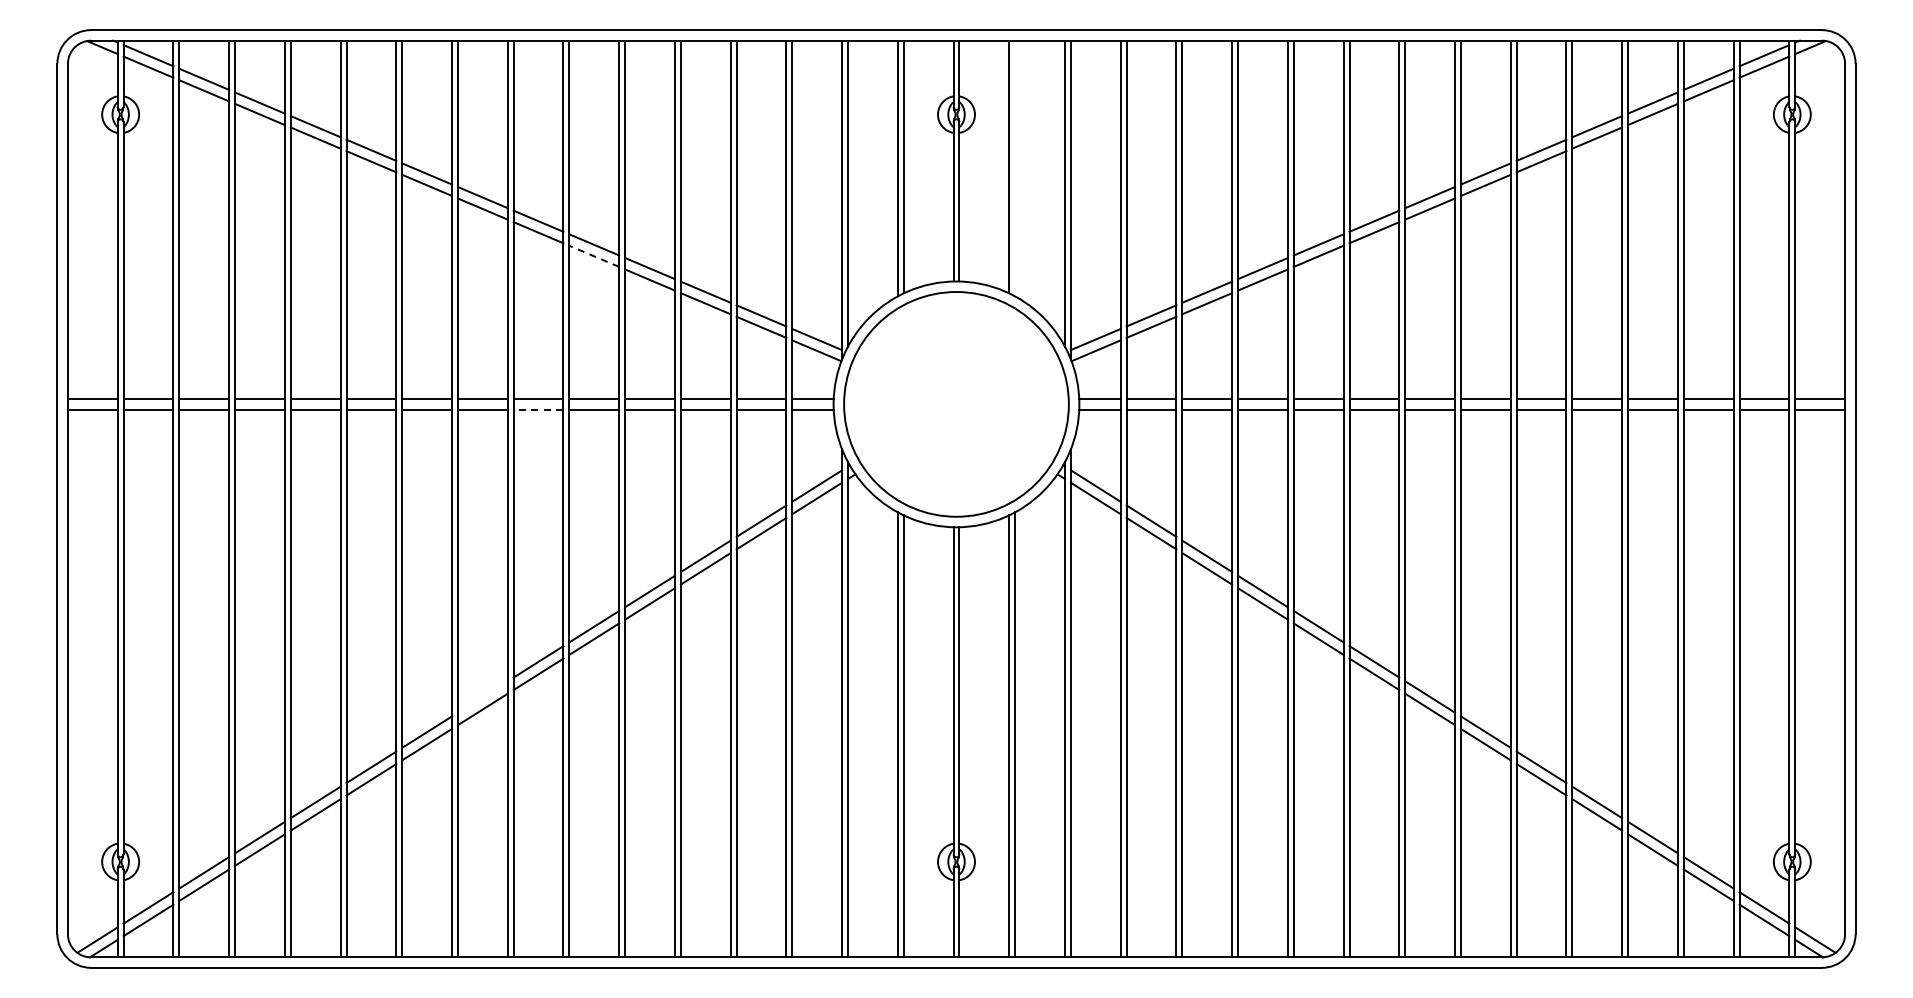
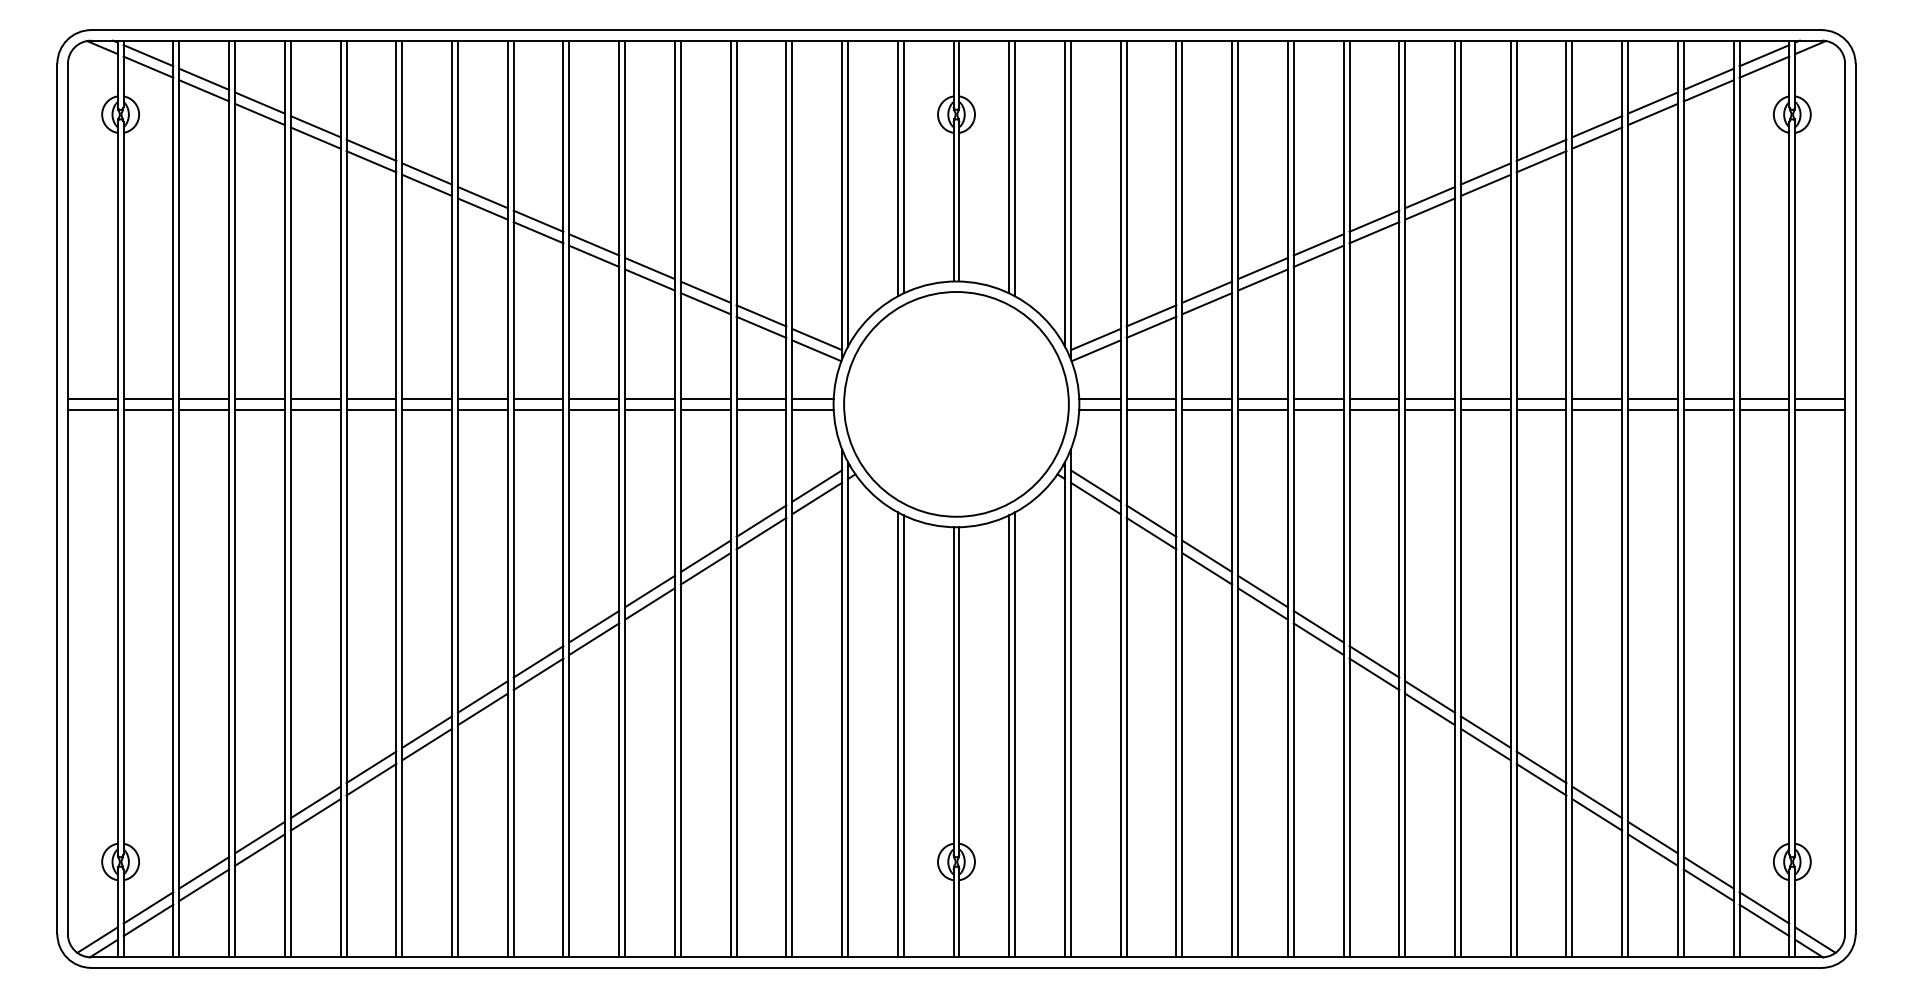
line at (1015, 168): none -> present
line at (593, 256): dashed -> solid
line at (538, 409): dashed -> solid
line at (482, 696): none -> present
